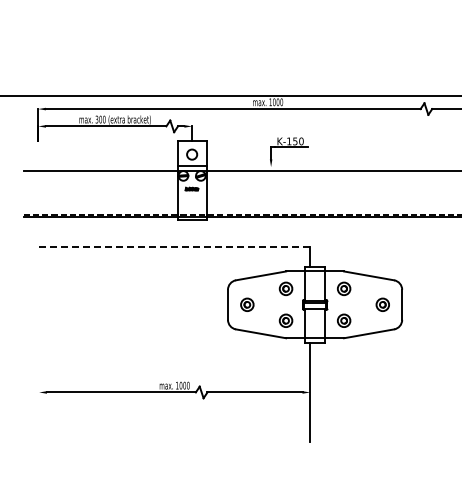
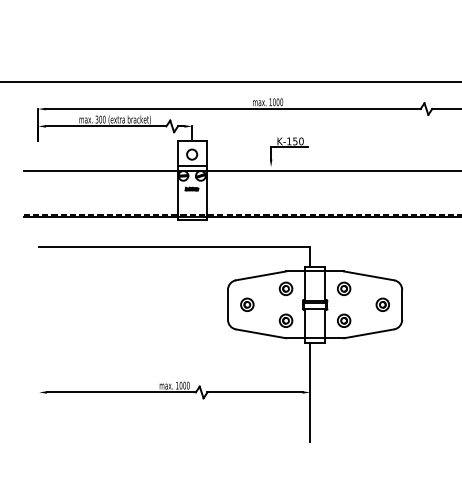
line at (230, 96) position: (230, 96) -> (230, 82)
line at (174, 247): dashed -> solid
